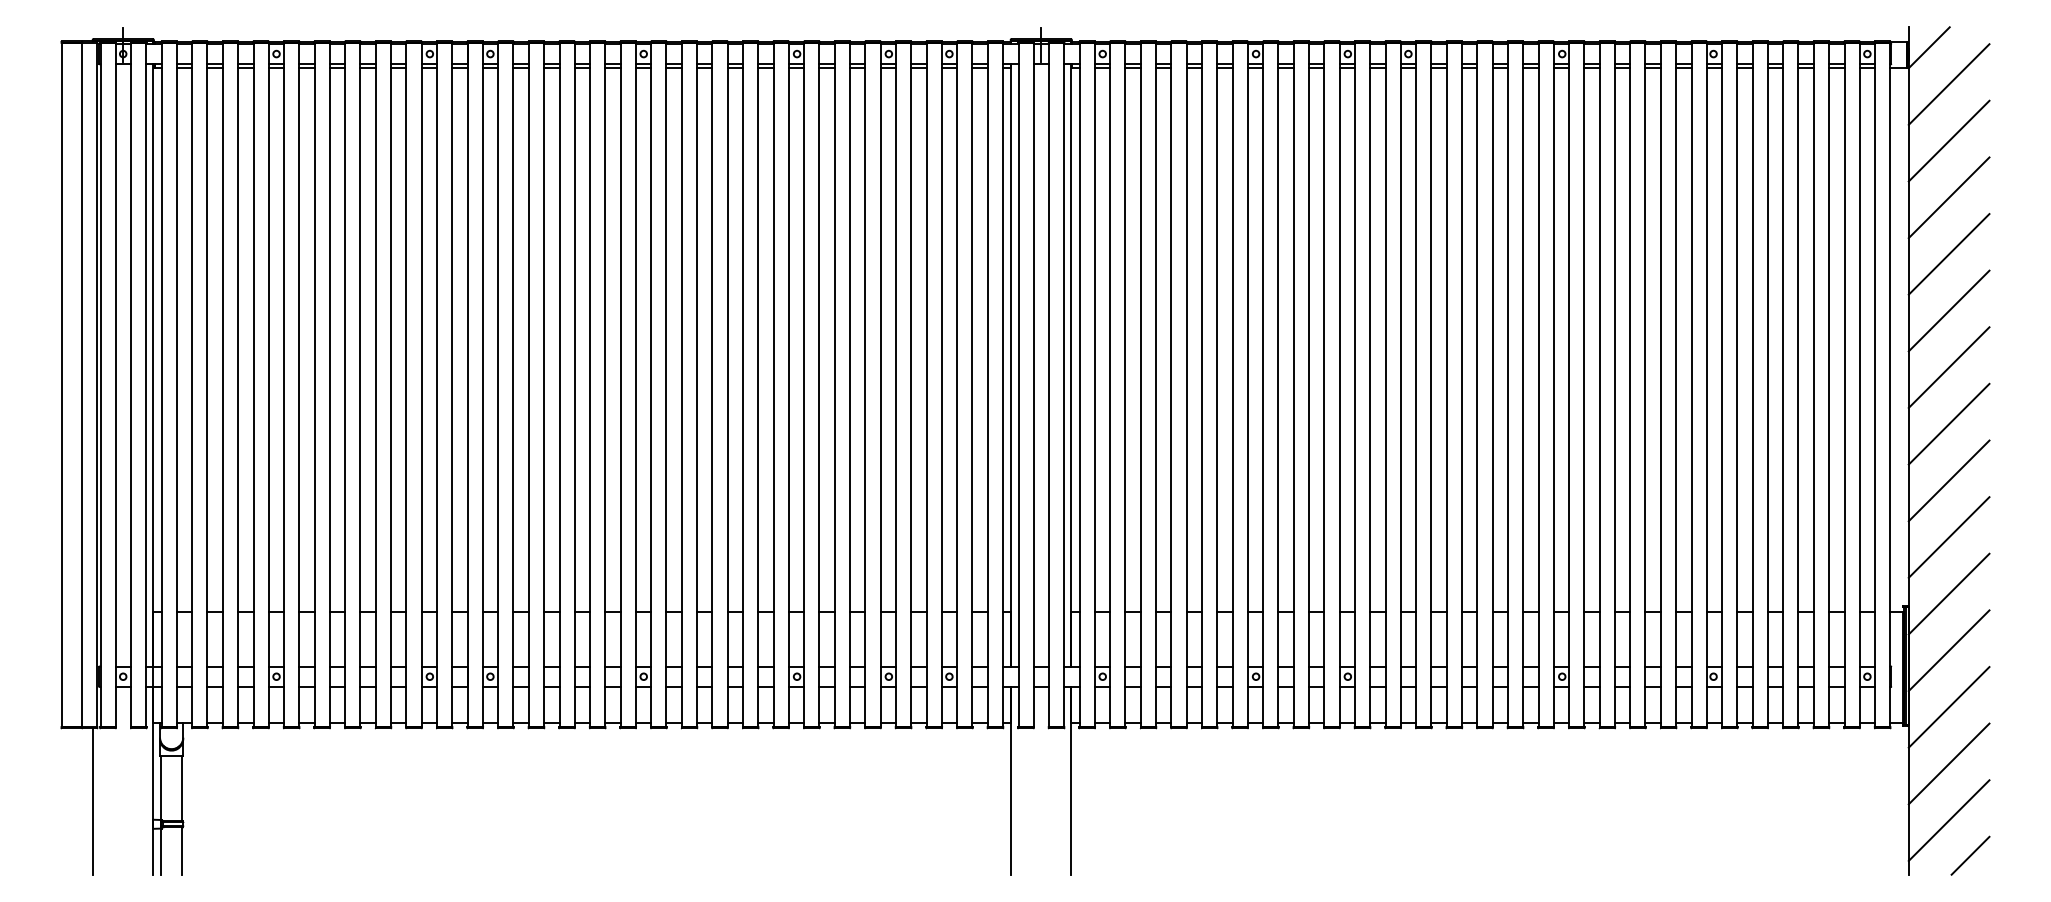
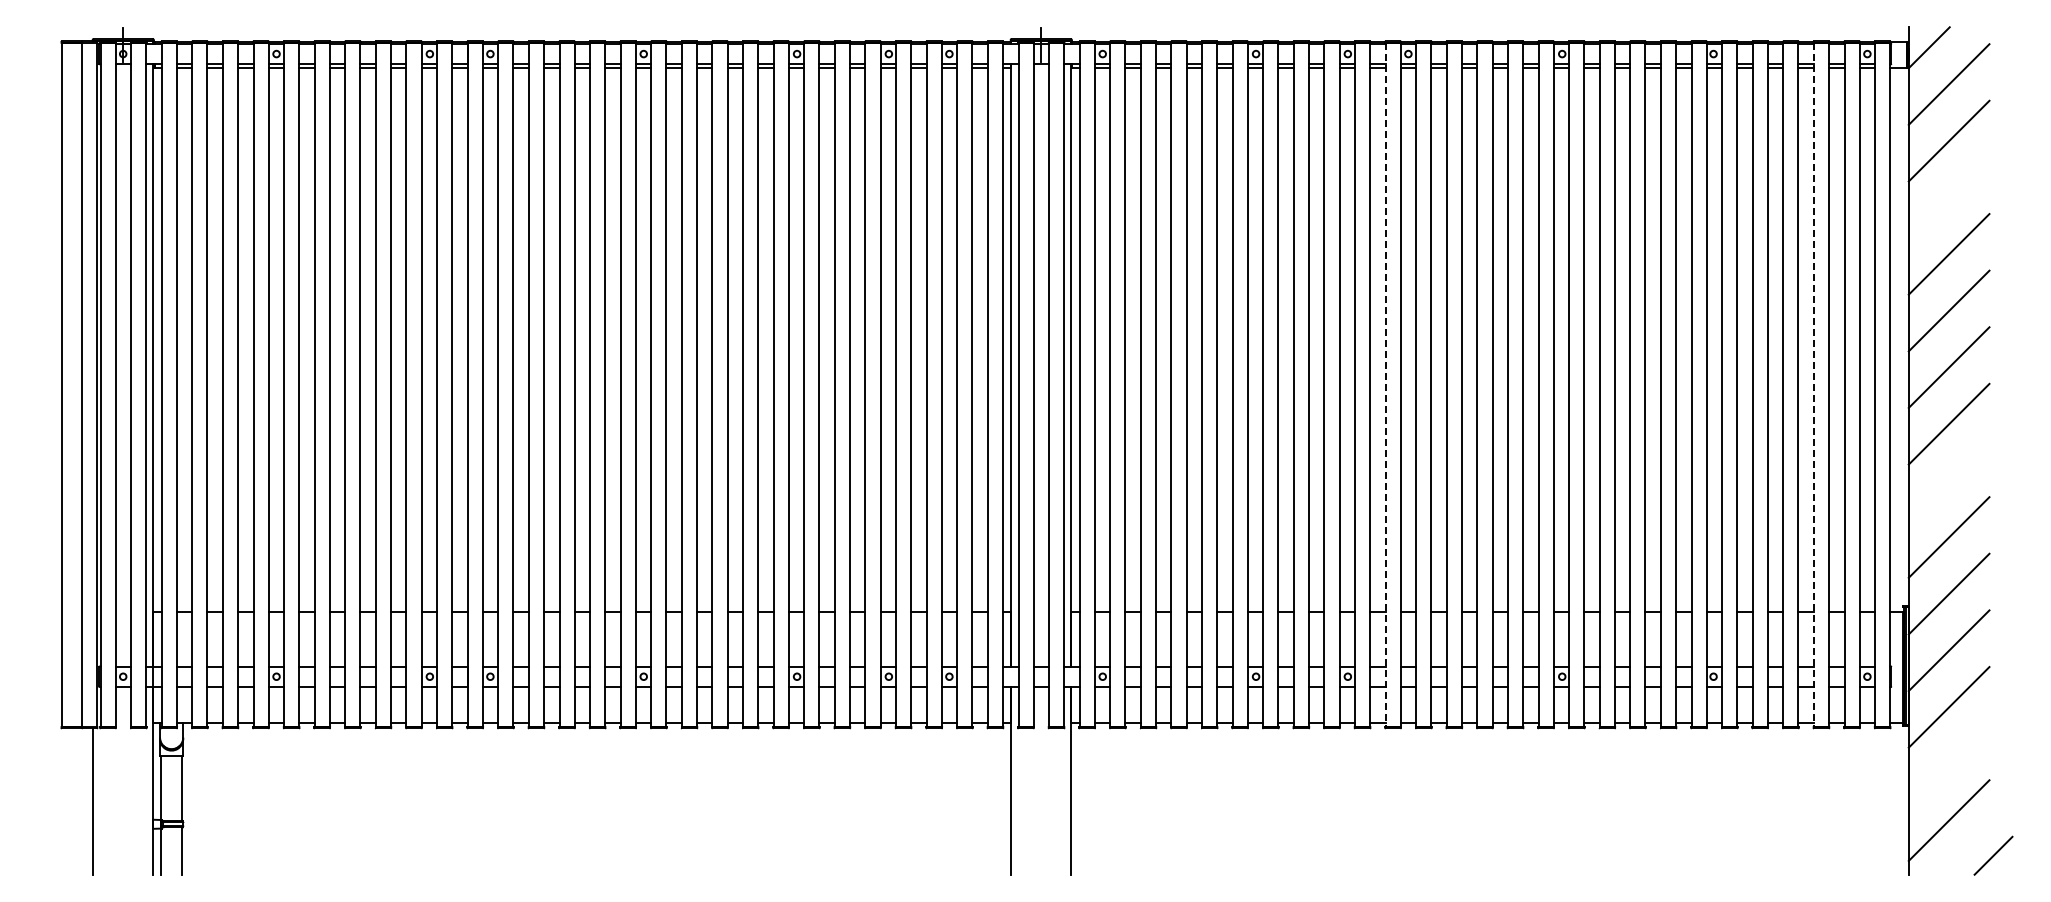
line at (1948, 197): present -> none
line at (1385, 385): solid -> dashed
line at (1813, 385): solid -> dashed
line at (1948, 480): present -> none
line at (1948, 763): present -> none
line at (1970, 855) position: (1970, 855) -> (1993, 855)
